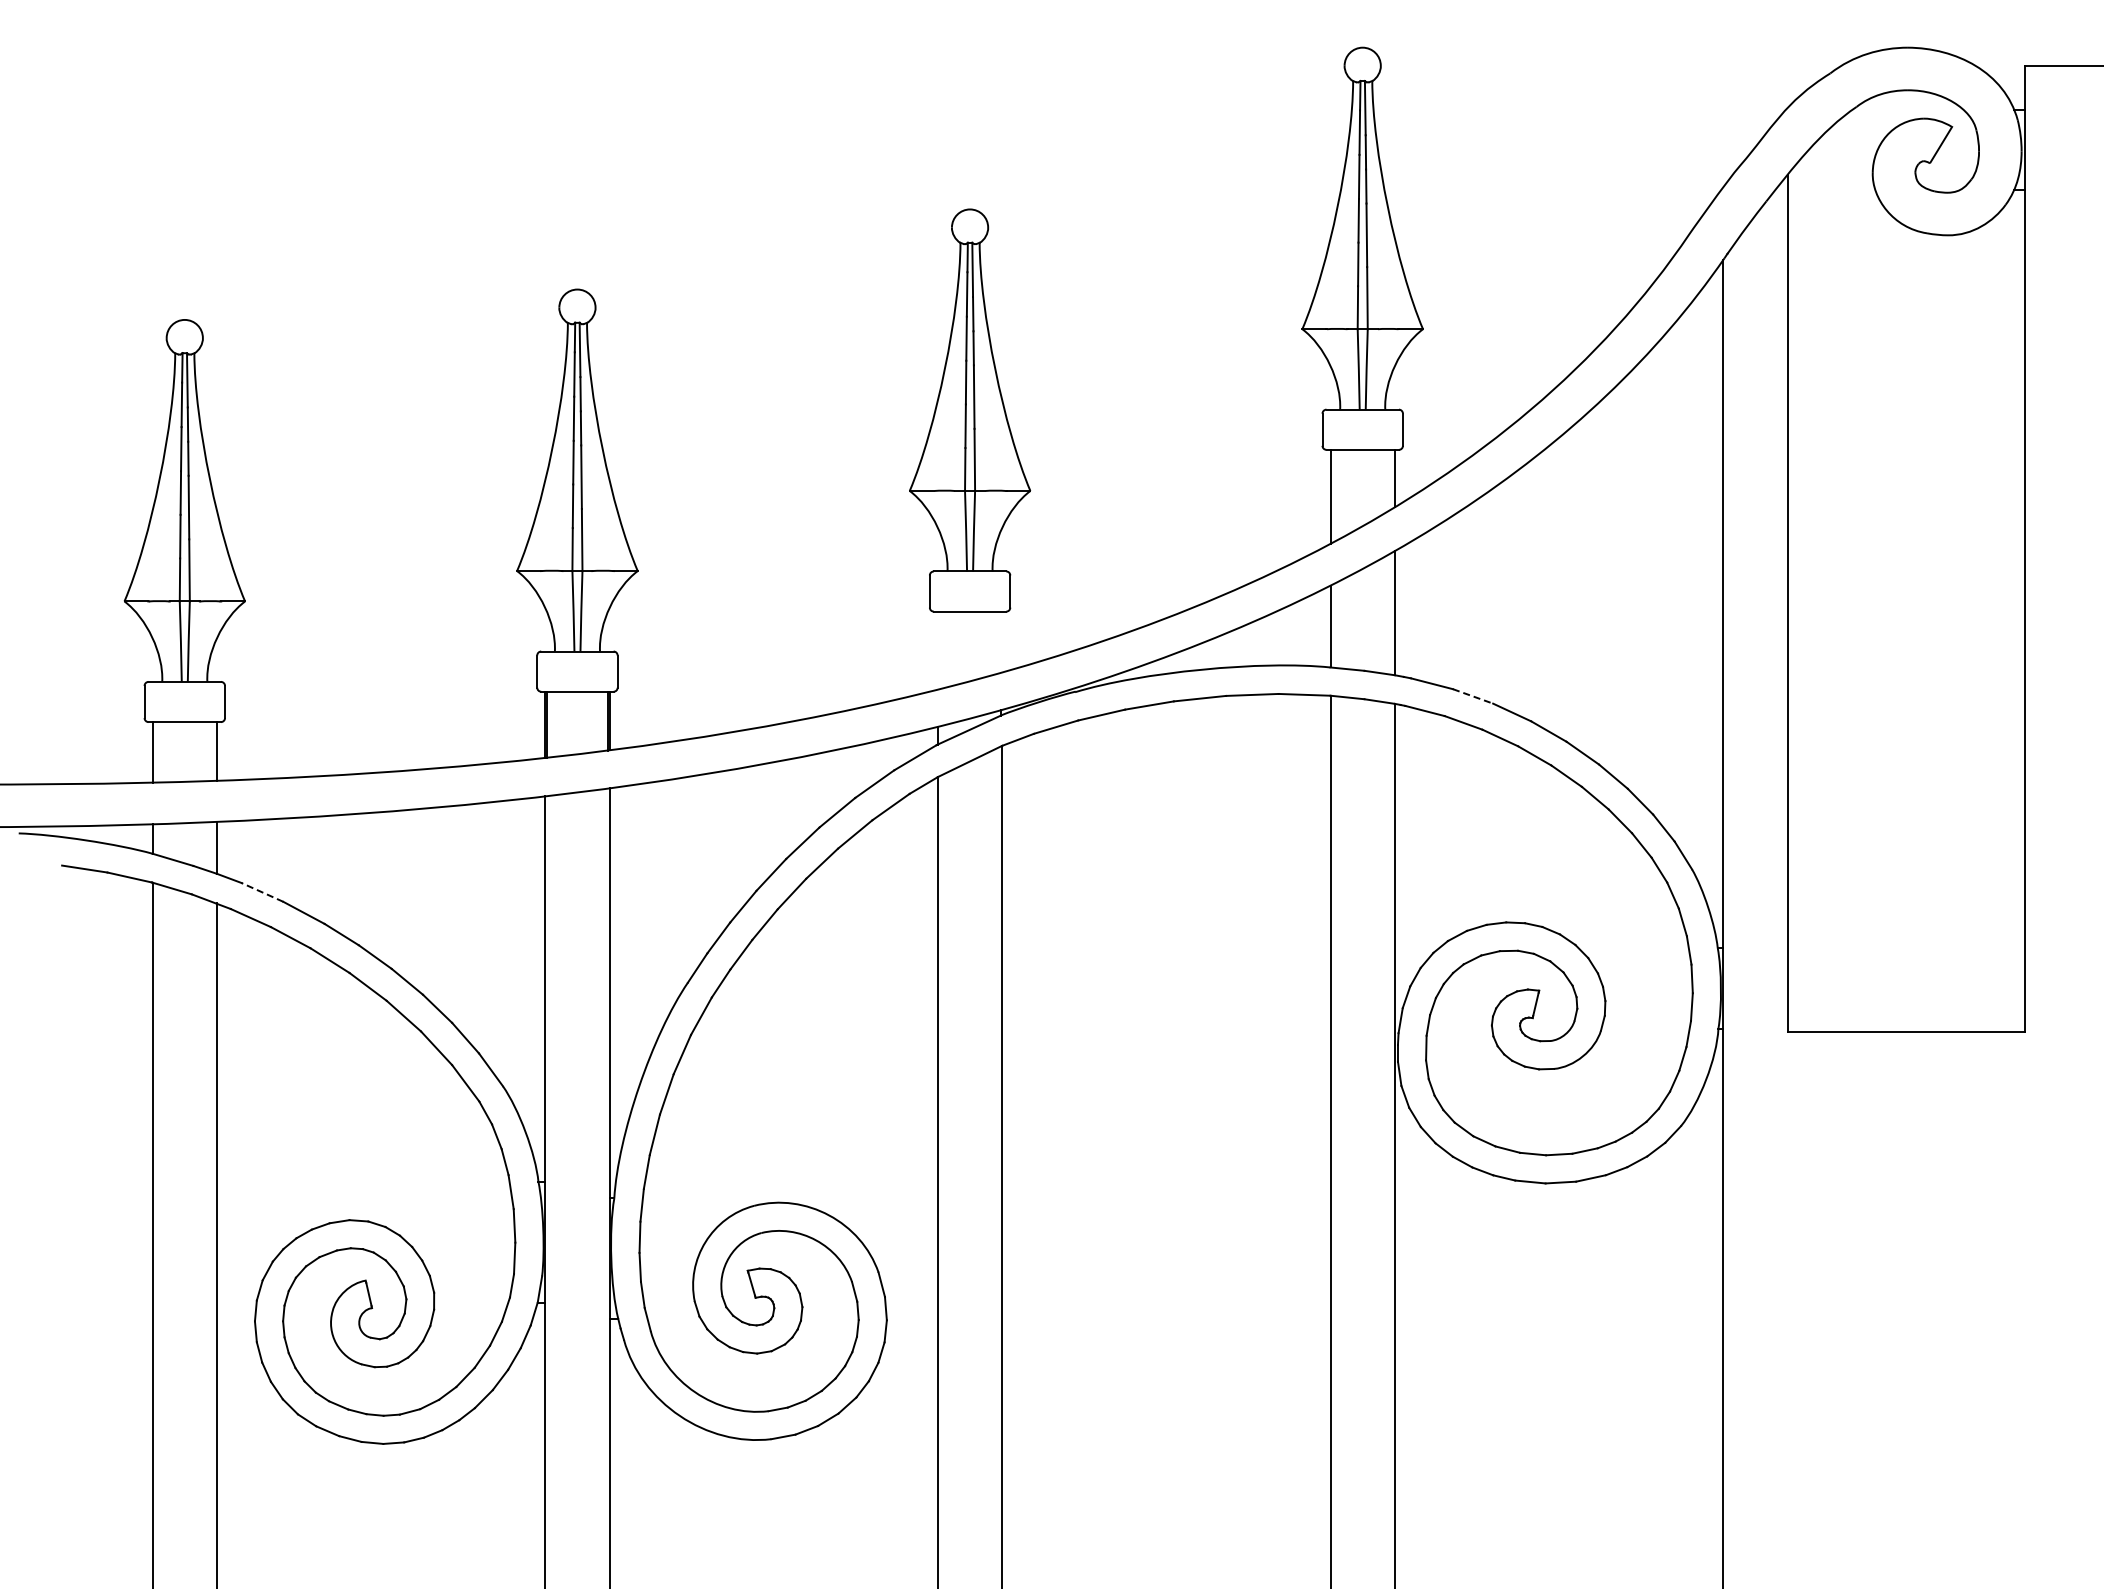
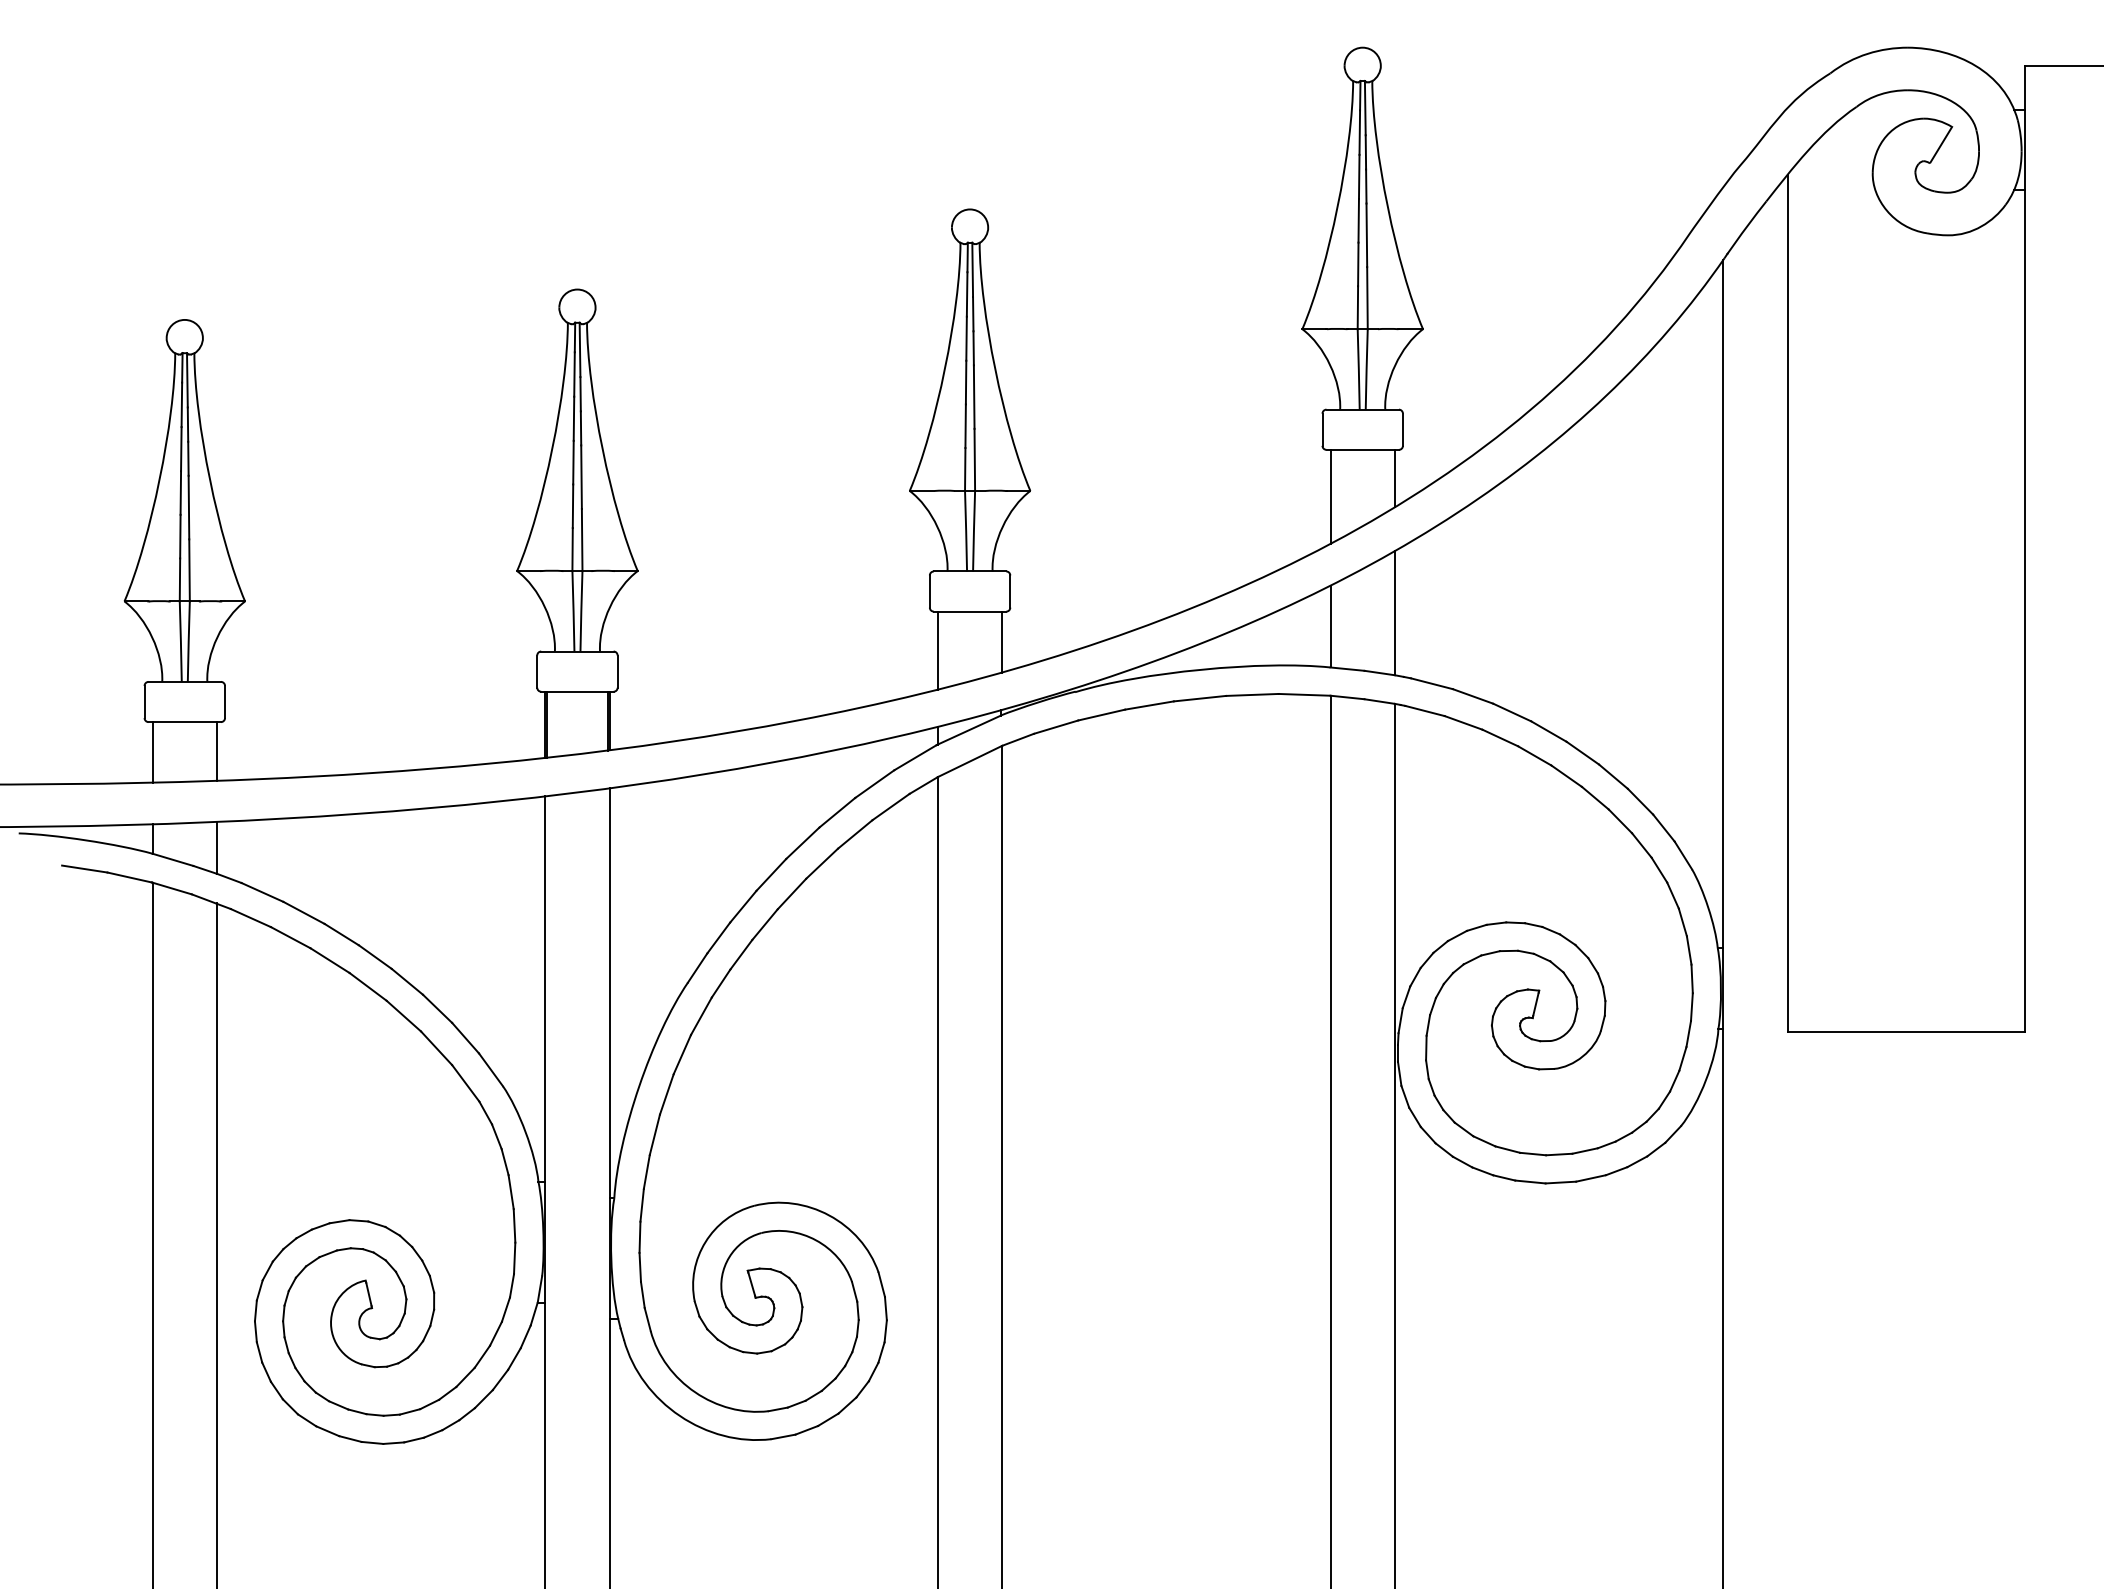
line at (1002, 641): none -> present
line at (937, 650): none -> present
line at (1473, 696): dashed -> solid
line at (262, 892): dashed -> solid
